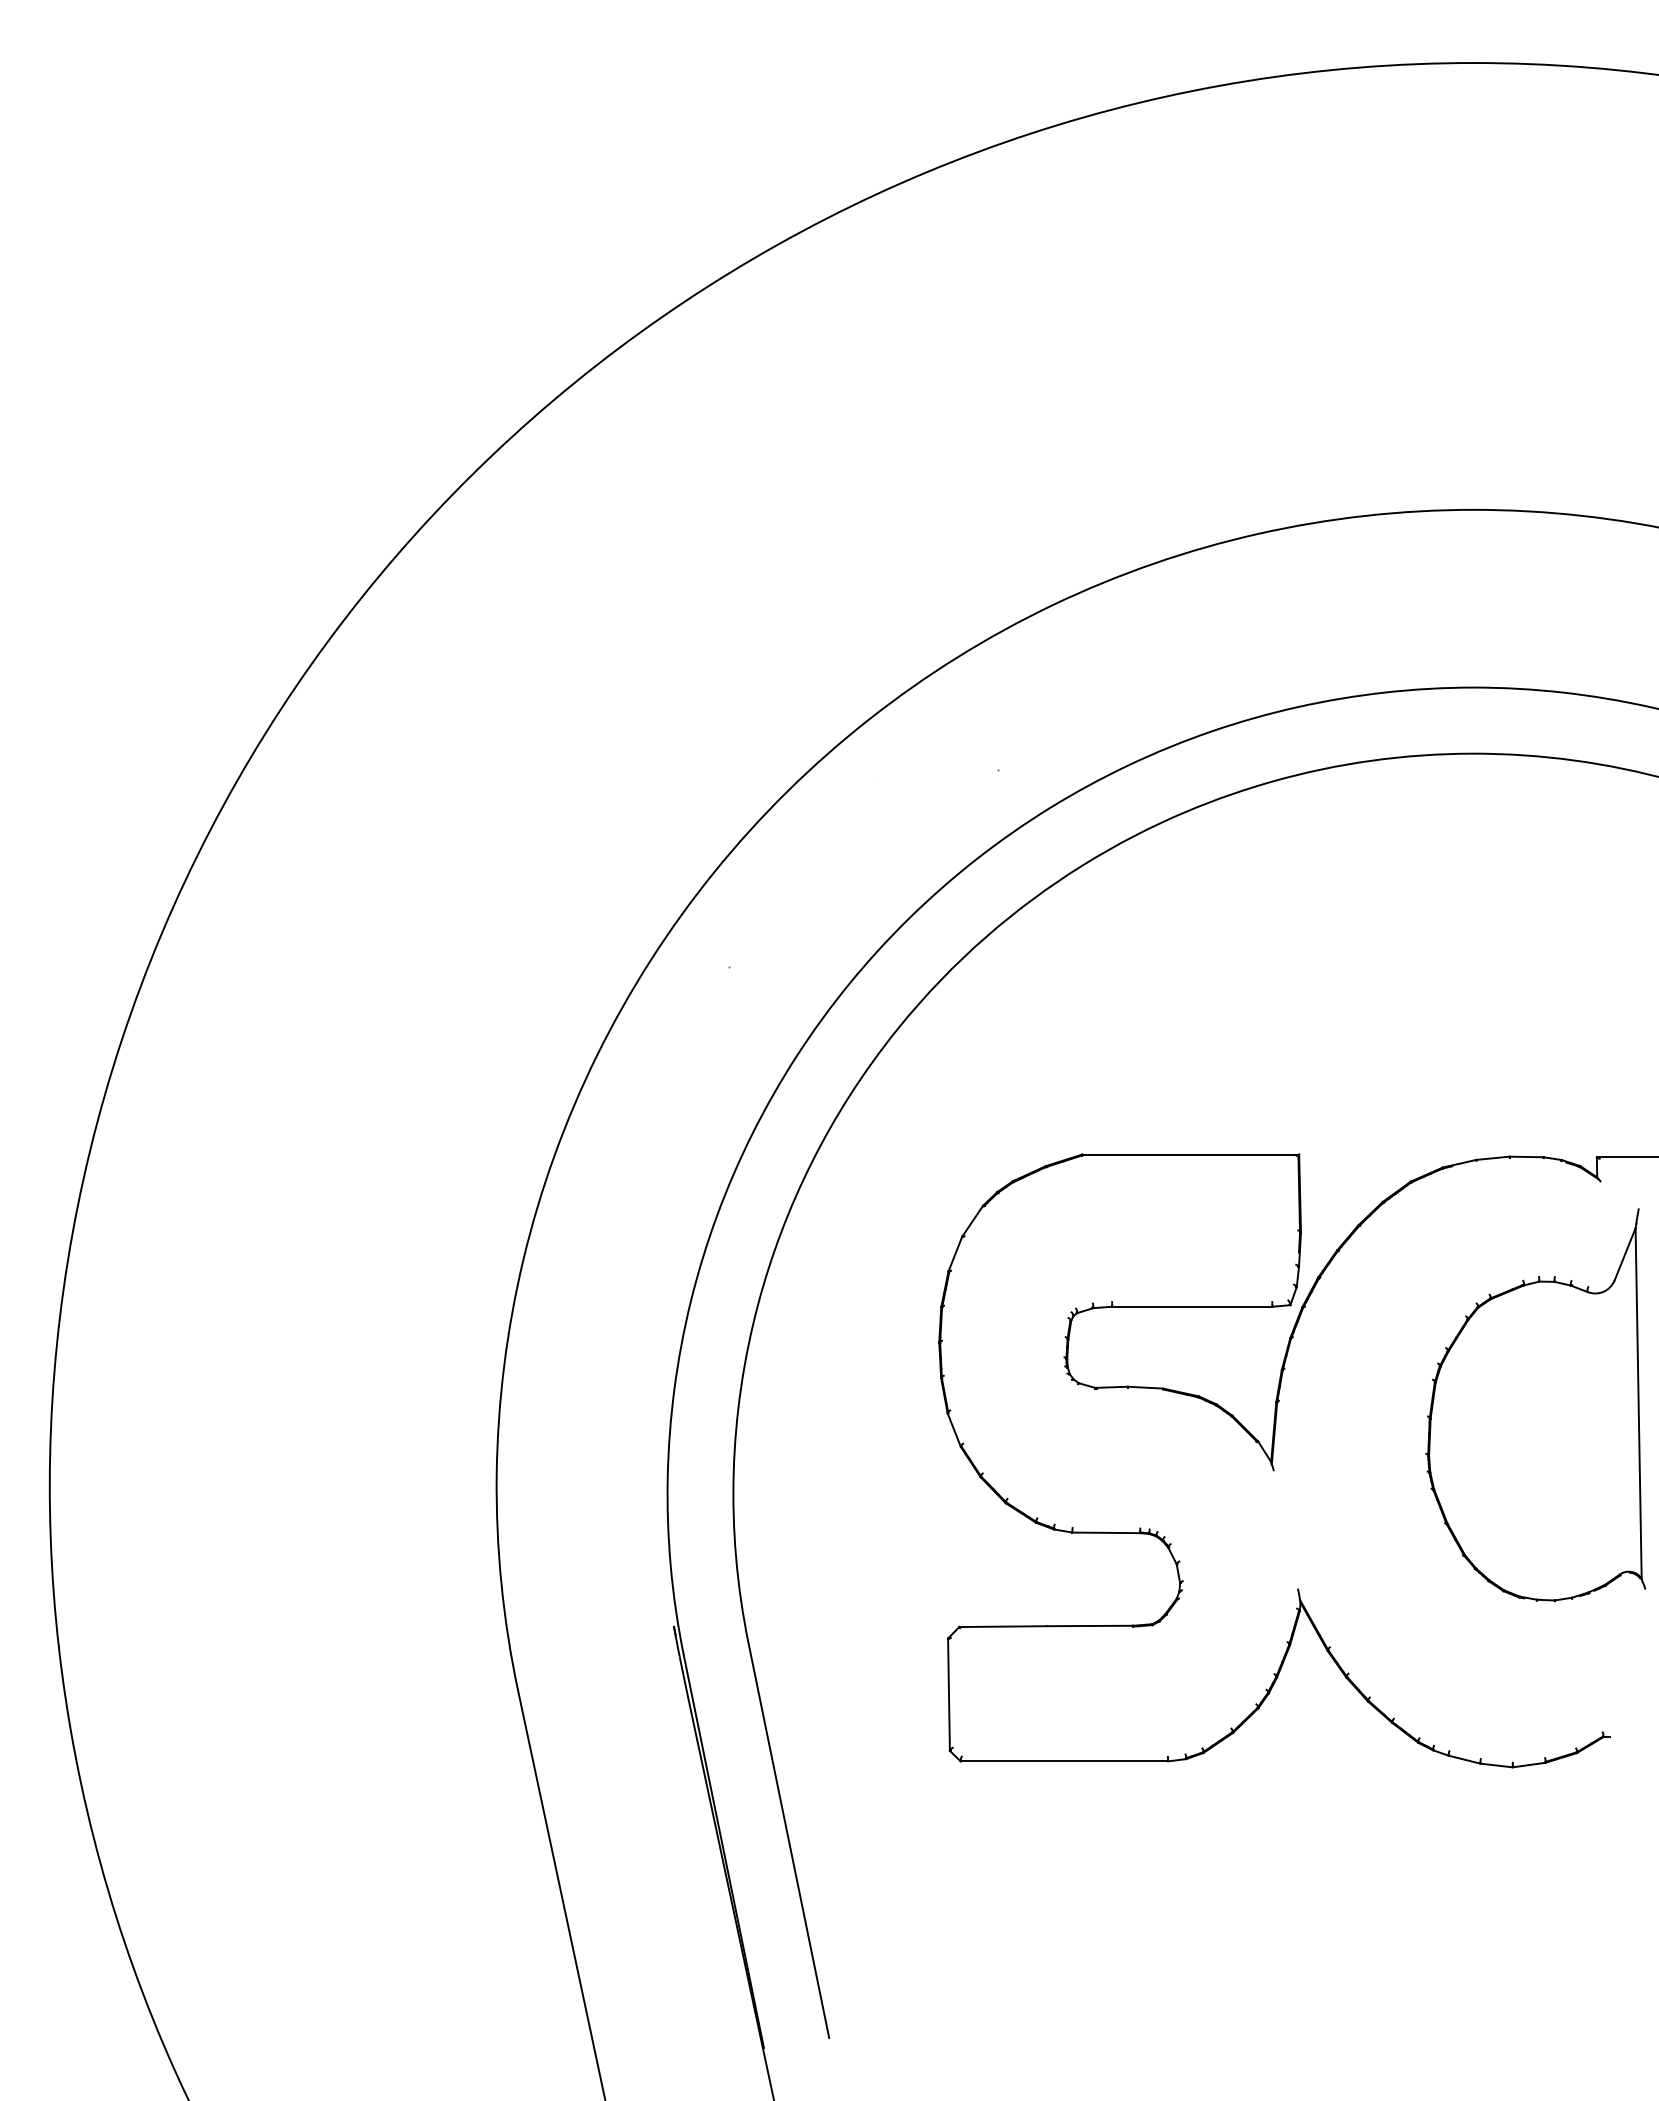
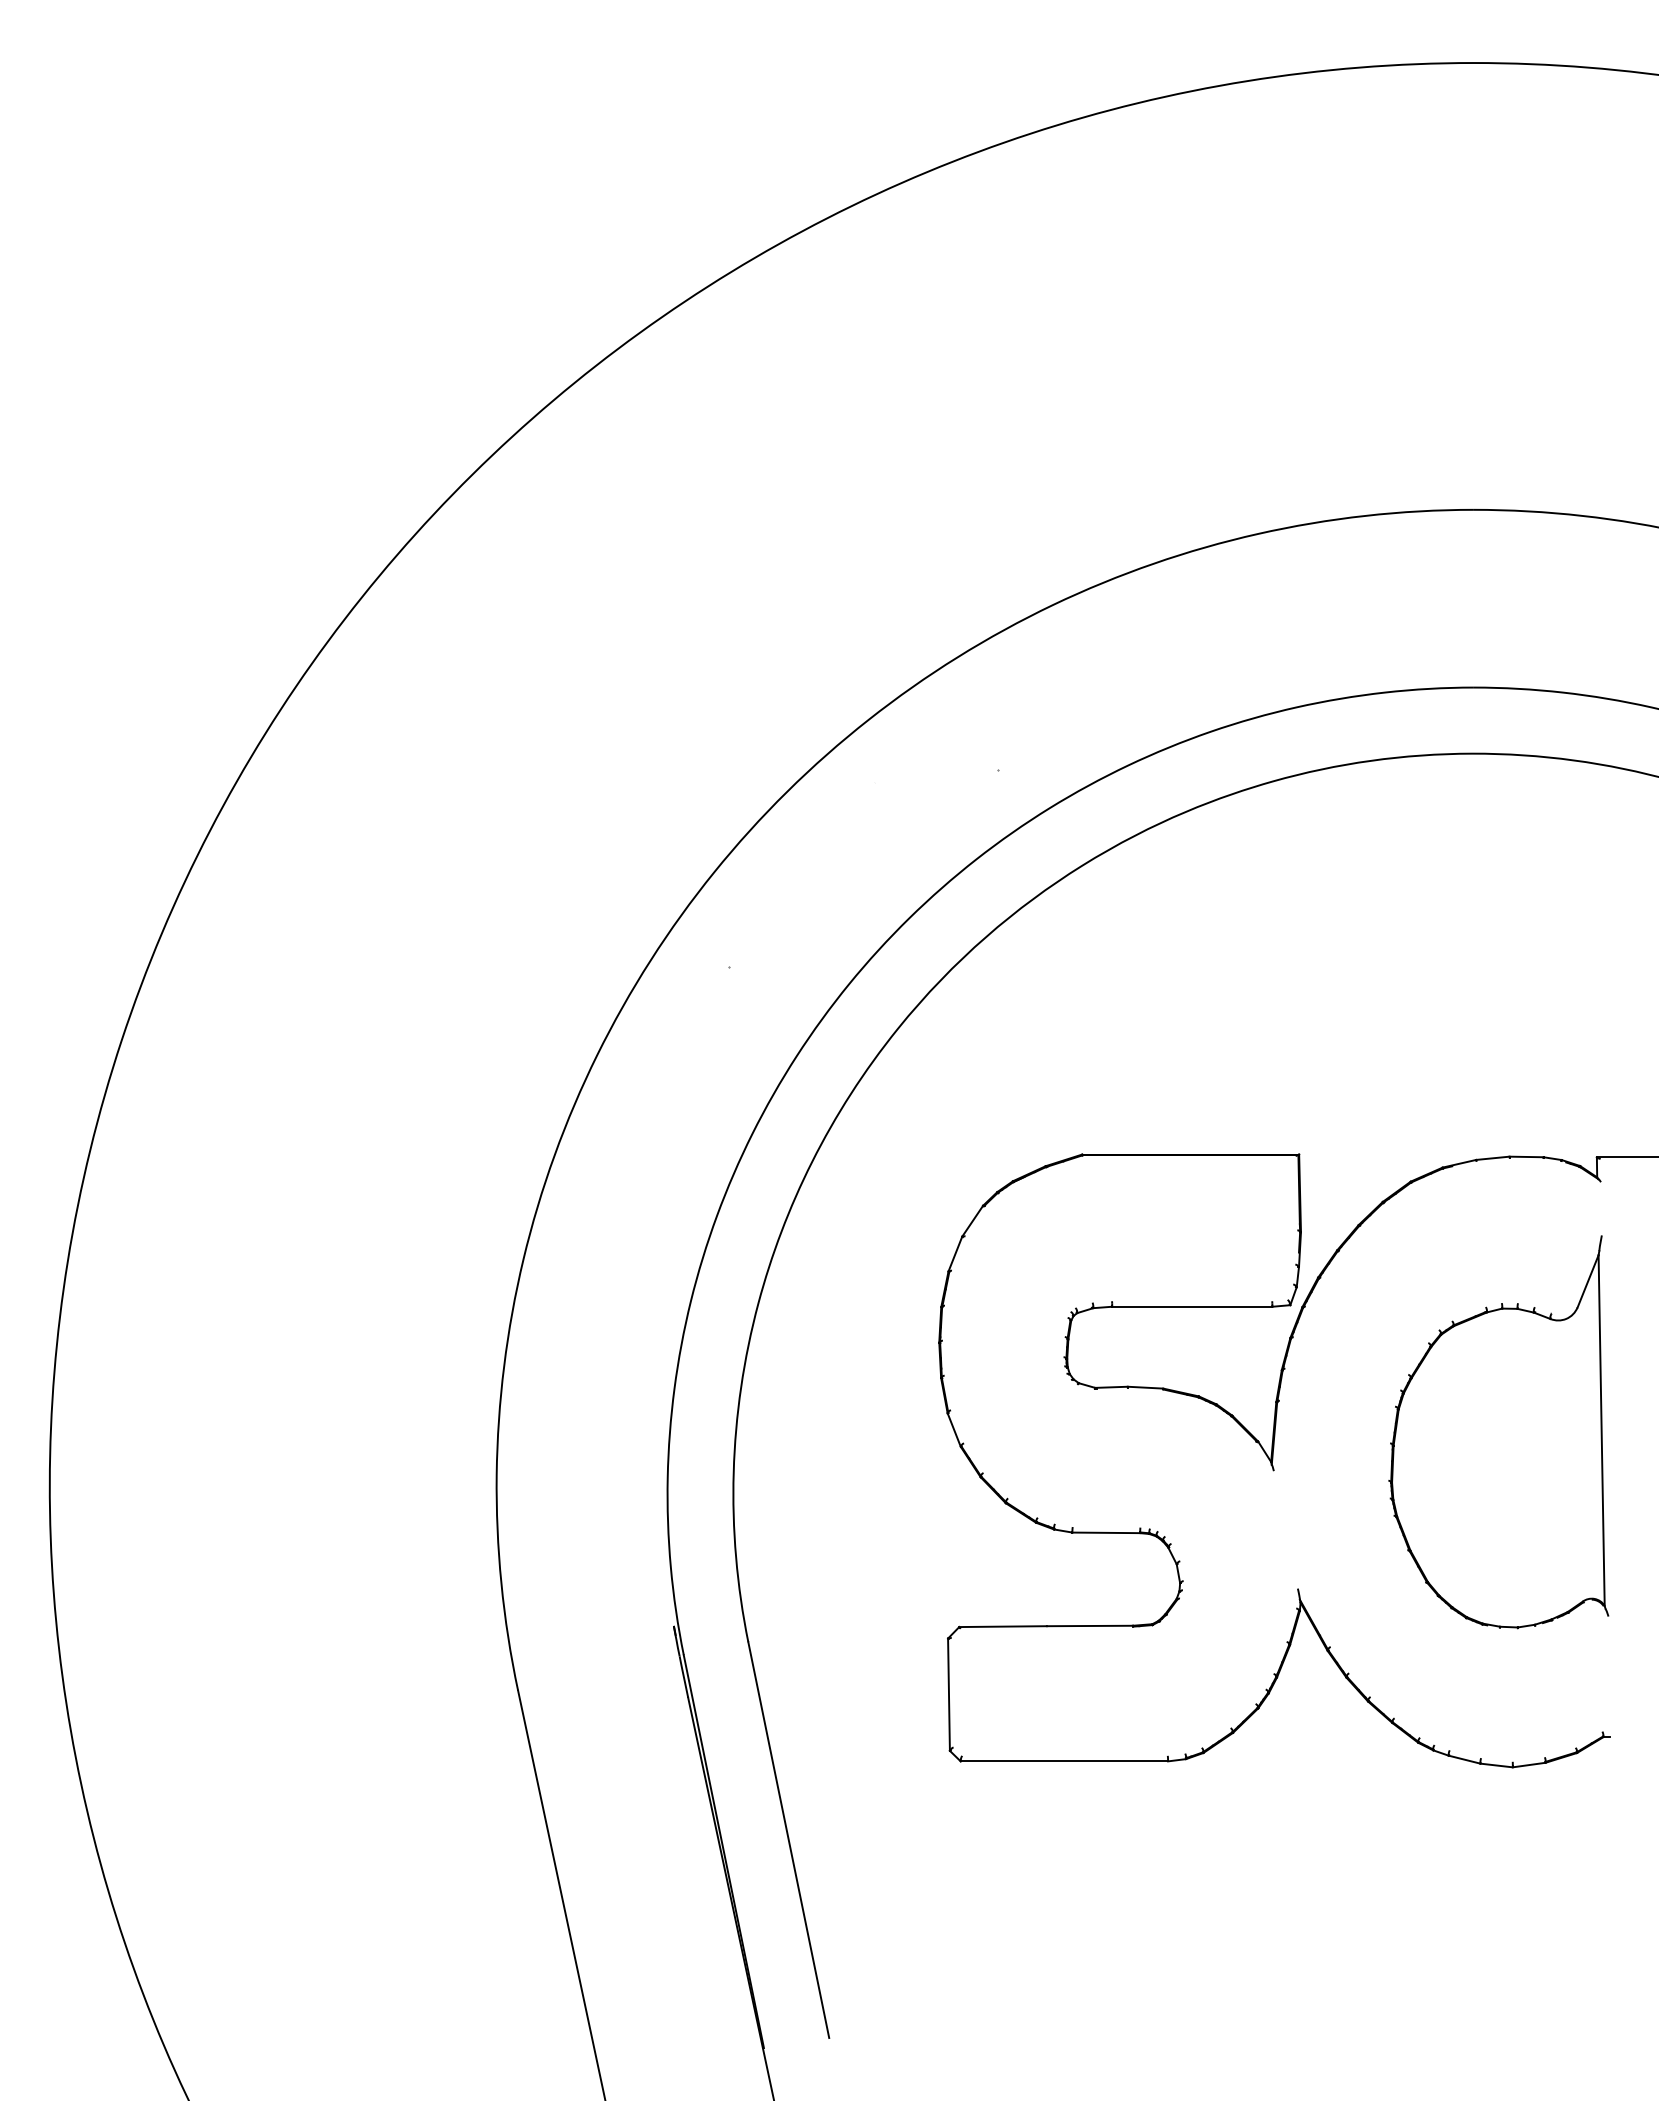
part at (1535, 1405) position: (1535, 1405) -> (1498, 1432)
